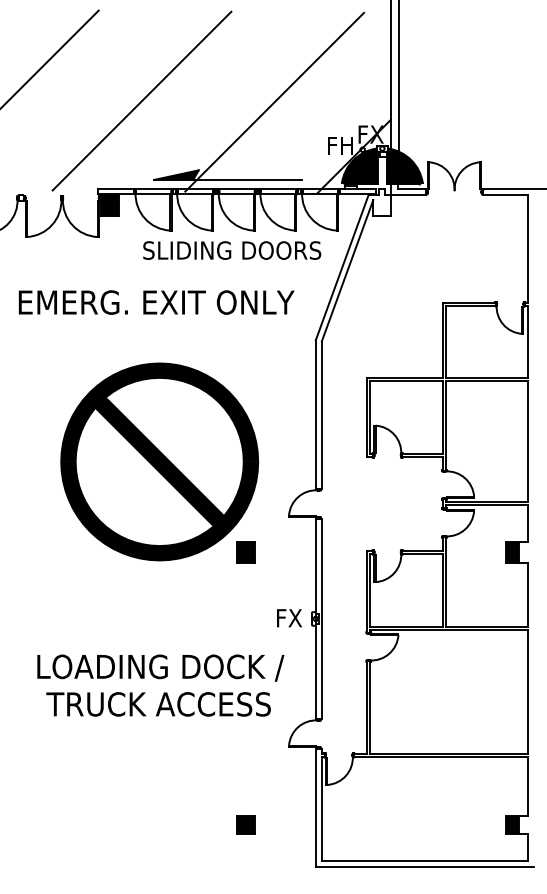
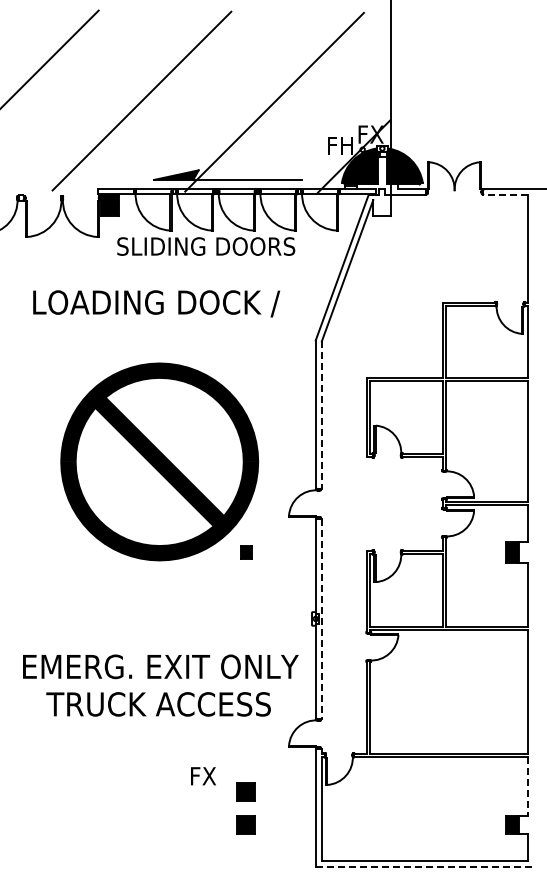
line at (398, 76): present -> none
line at (505, 195): solid -> dashed
text at (232, 250) position: (232, 250) -> (206, 246)
text at (156, 303): EMERG. EXIT ONLY -> LOADING DOCK /
line at (321, 415): solid -> dashed
part at (245, 552) size: 20x23 px -> 13x15 px
text at (289, 618) position: (289, 618) -> (203, 776)
line at (321, 618): solid -> dashed
text at (160, 667): LOADING DOCK / -> EMERG. EXIT ONLY
line at (527, 786): solid -> dashed
part at (245, 791): none -> present
line at (424, 867): solid -> dashed
